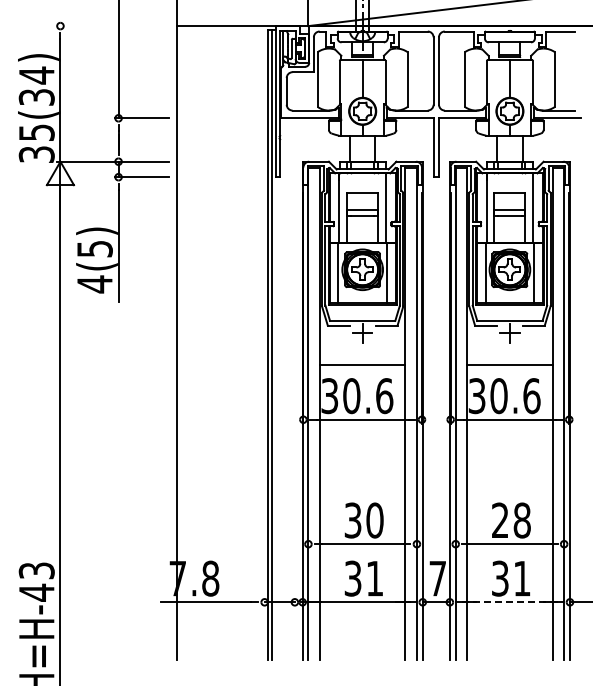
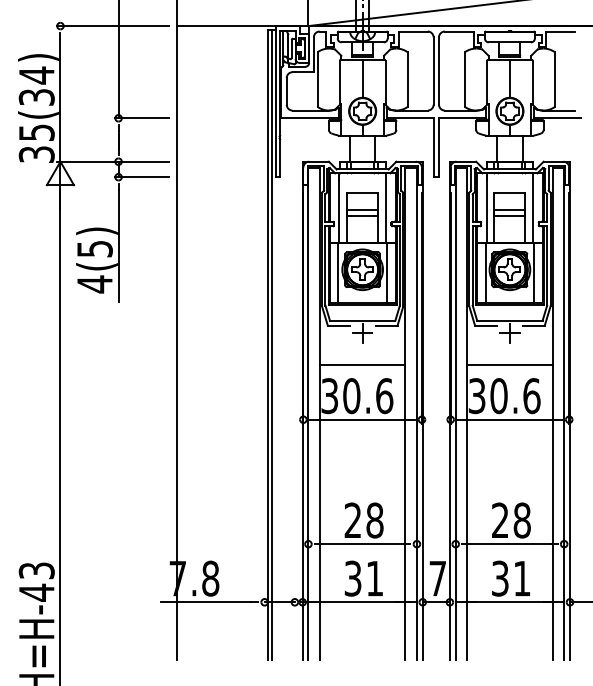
line at (112, 26): none -> present
text at (363, 520): 30 -> 28
line at (509, 602): dashed -> solid
